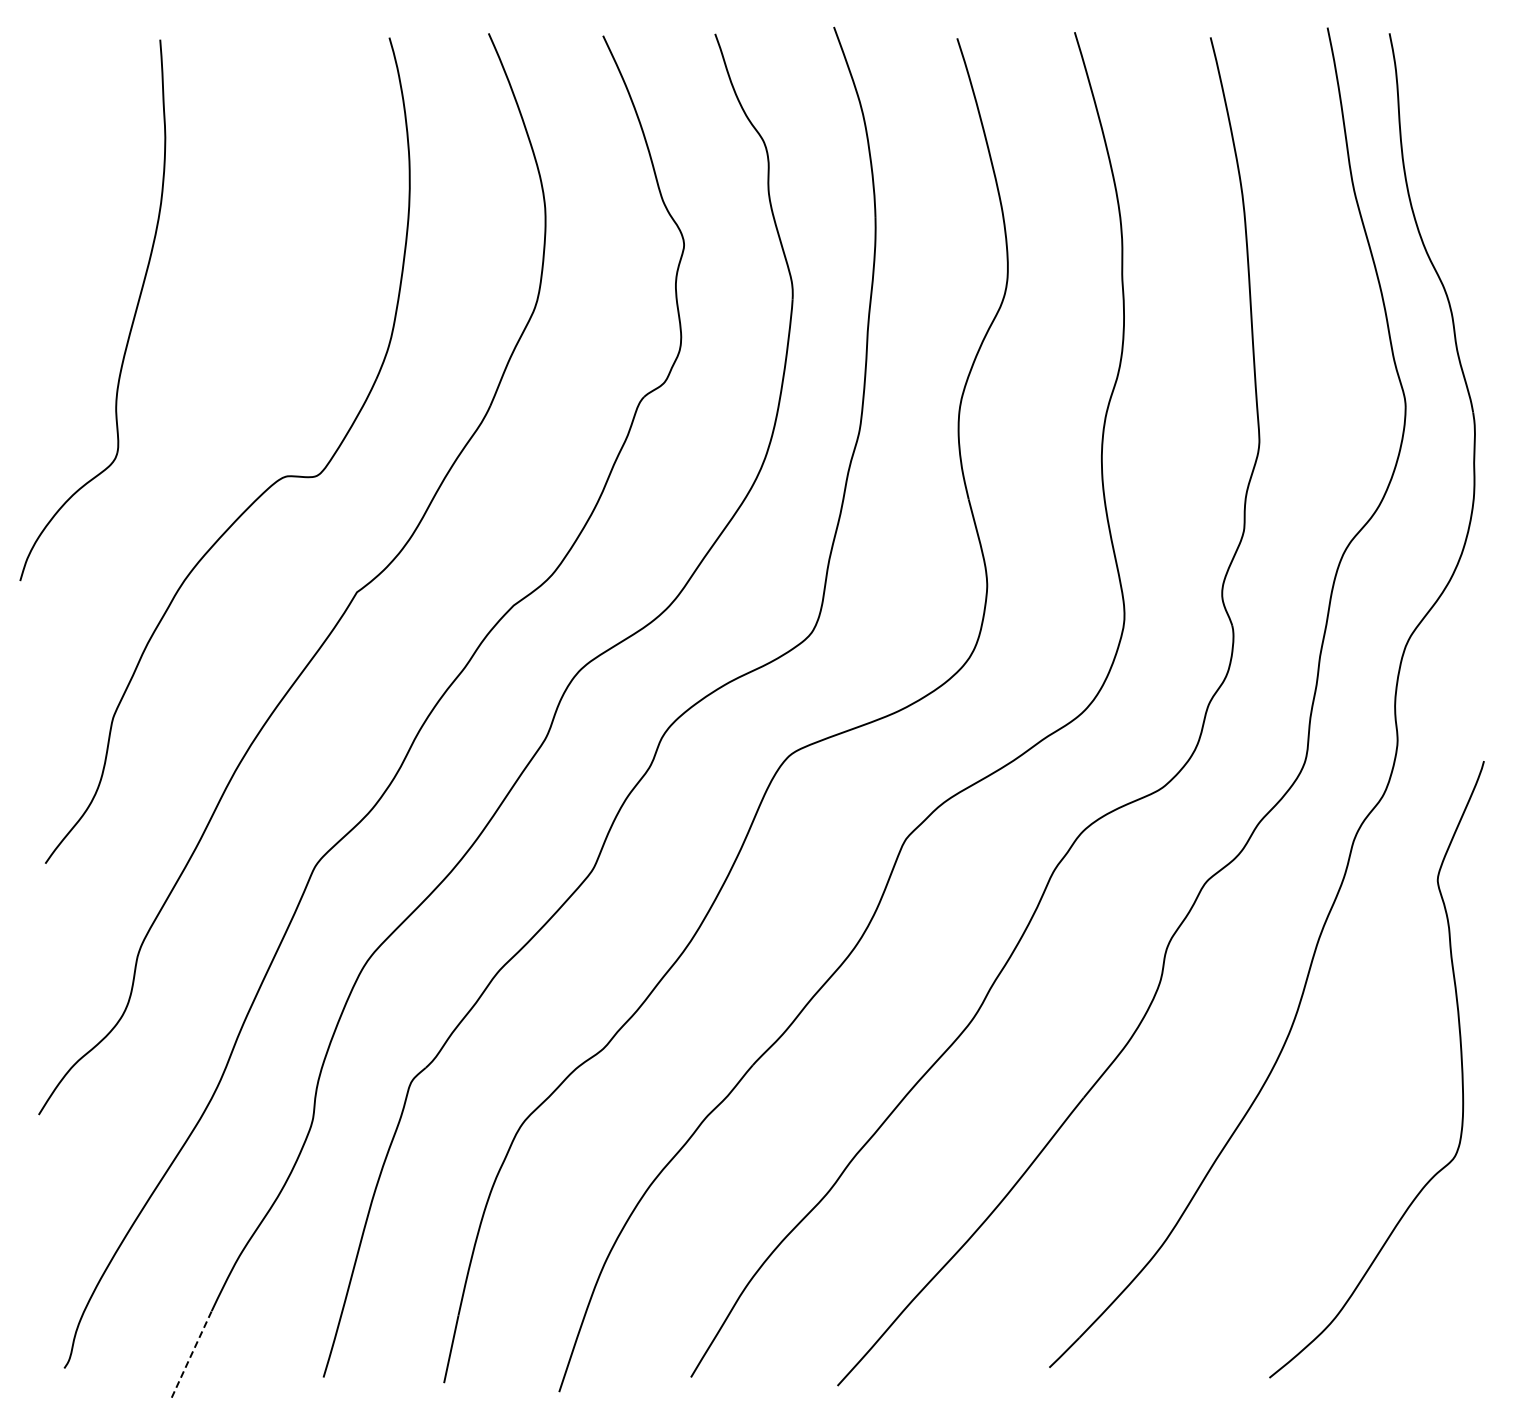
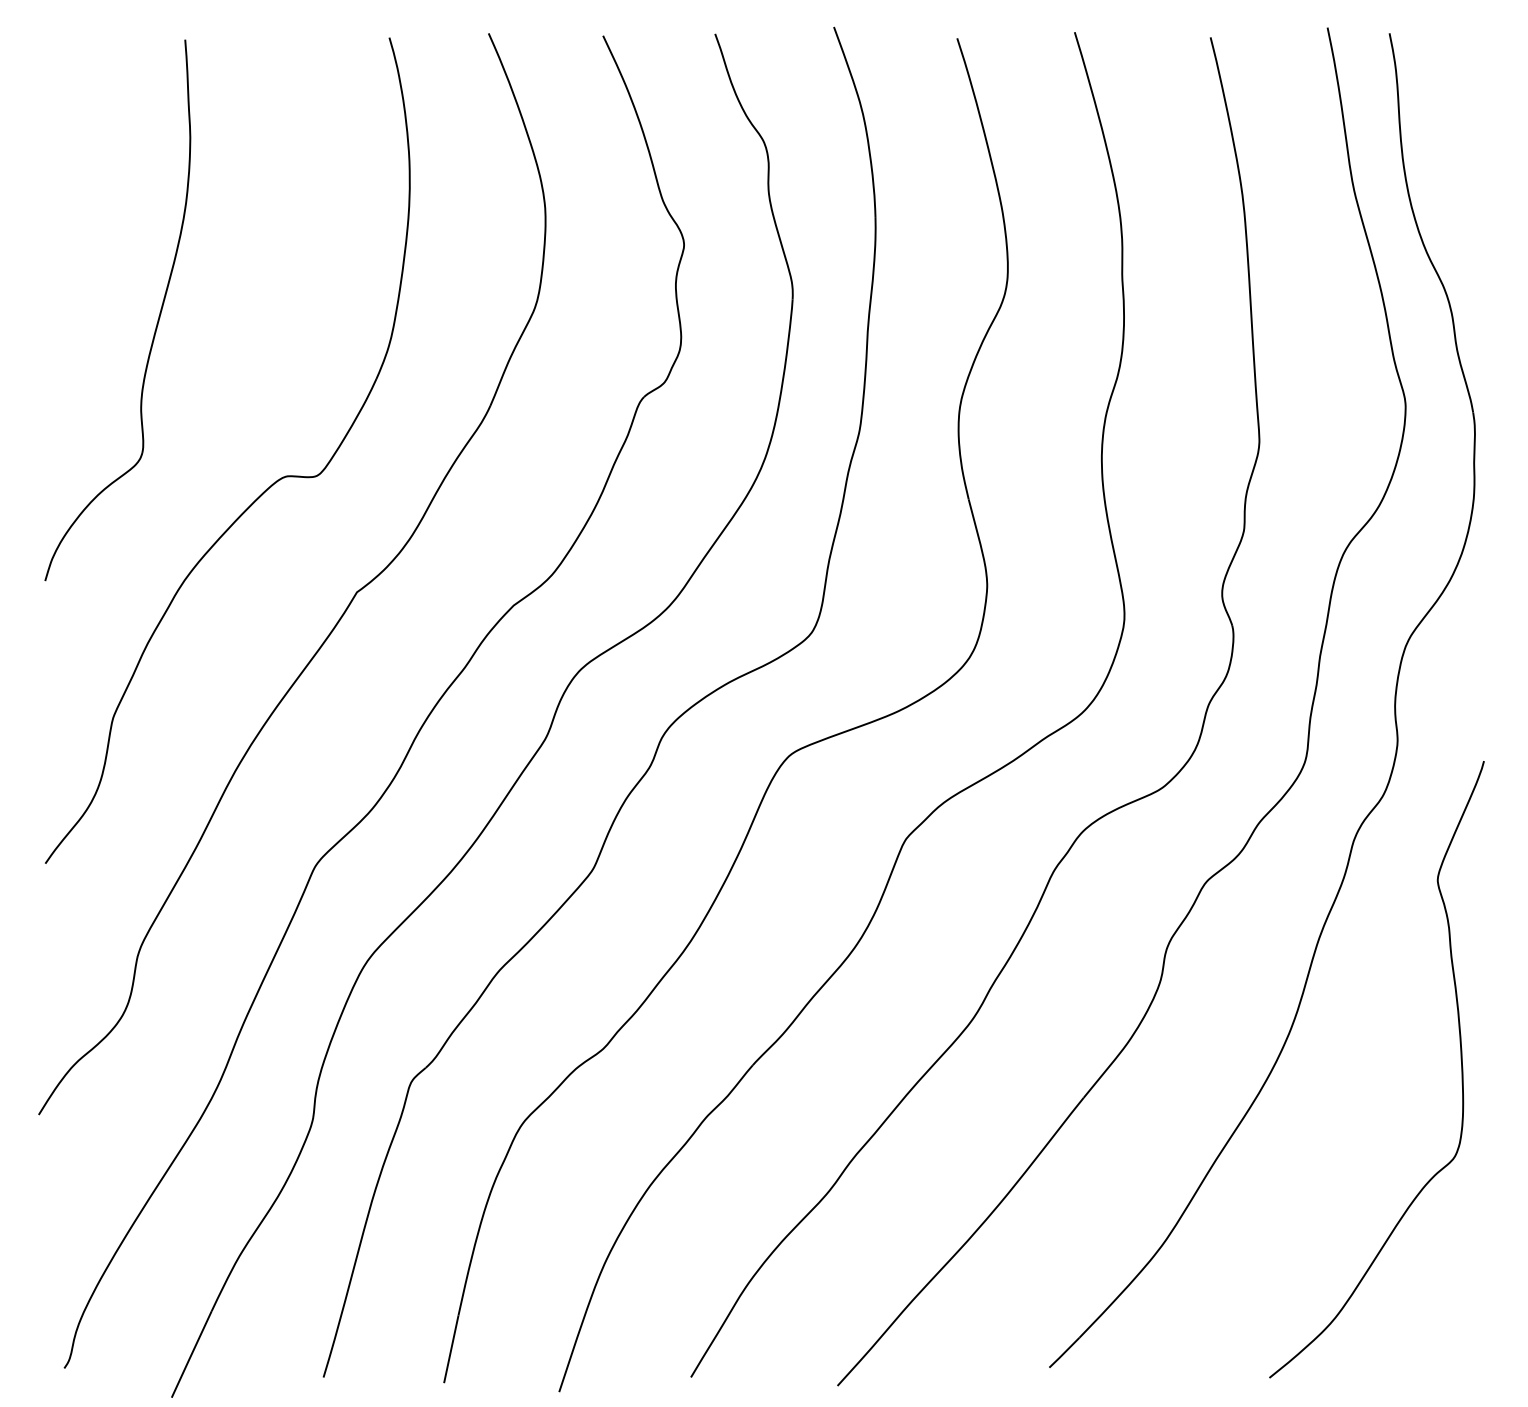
part at (132, 319) position: (132, 319) -> (157, 319)
line at (191, 1354): dashed -> solid
